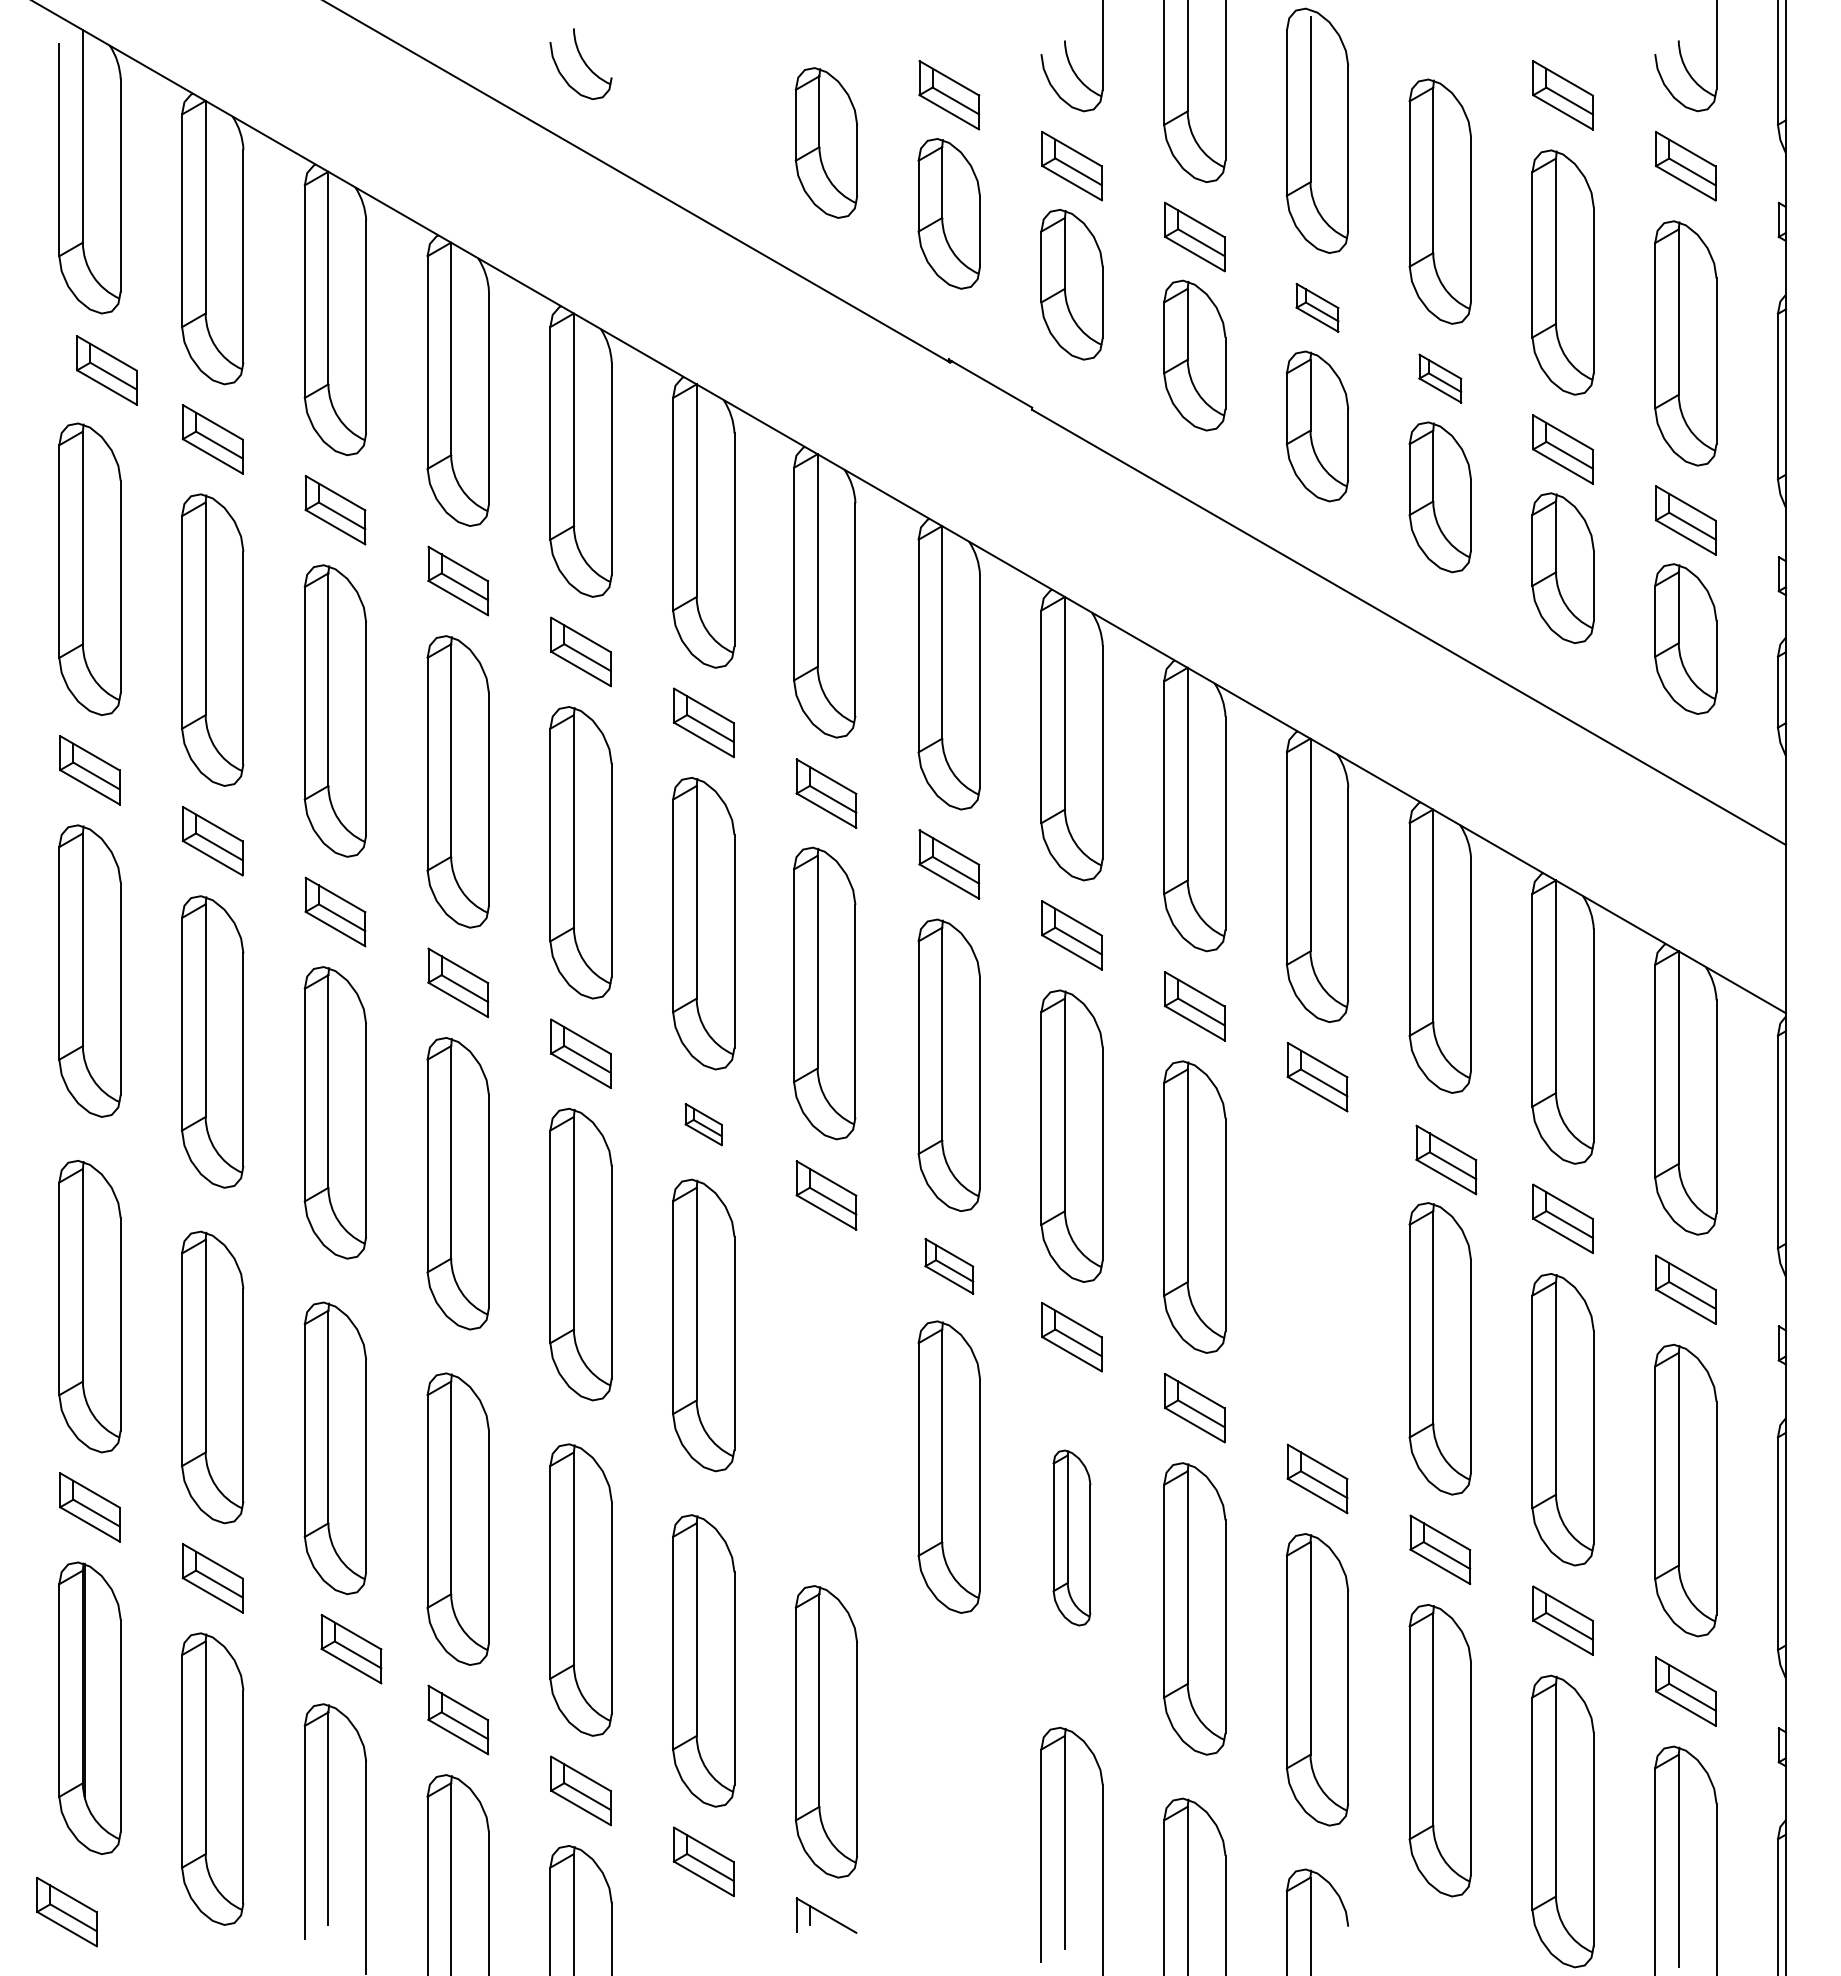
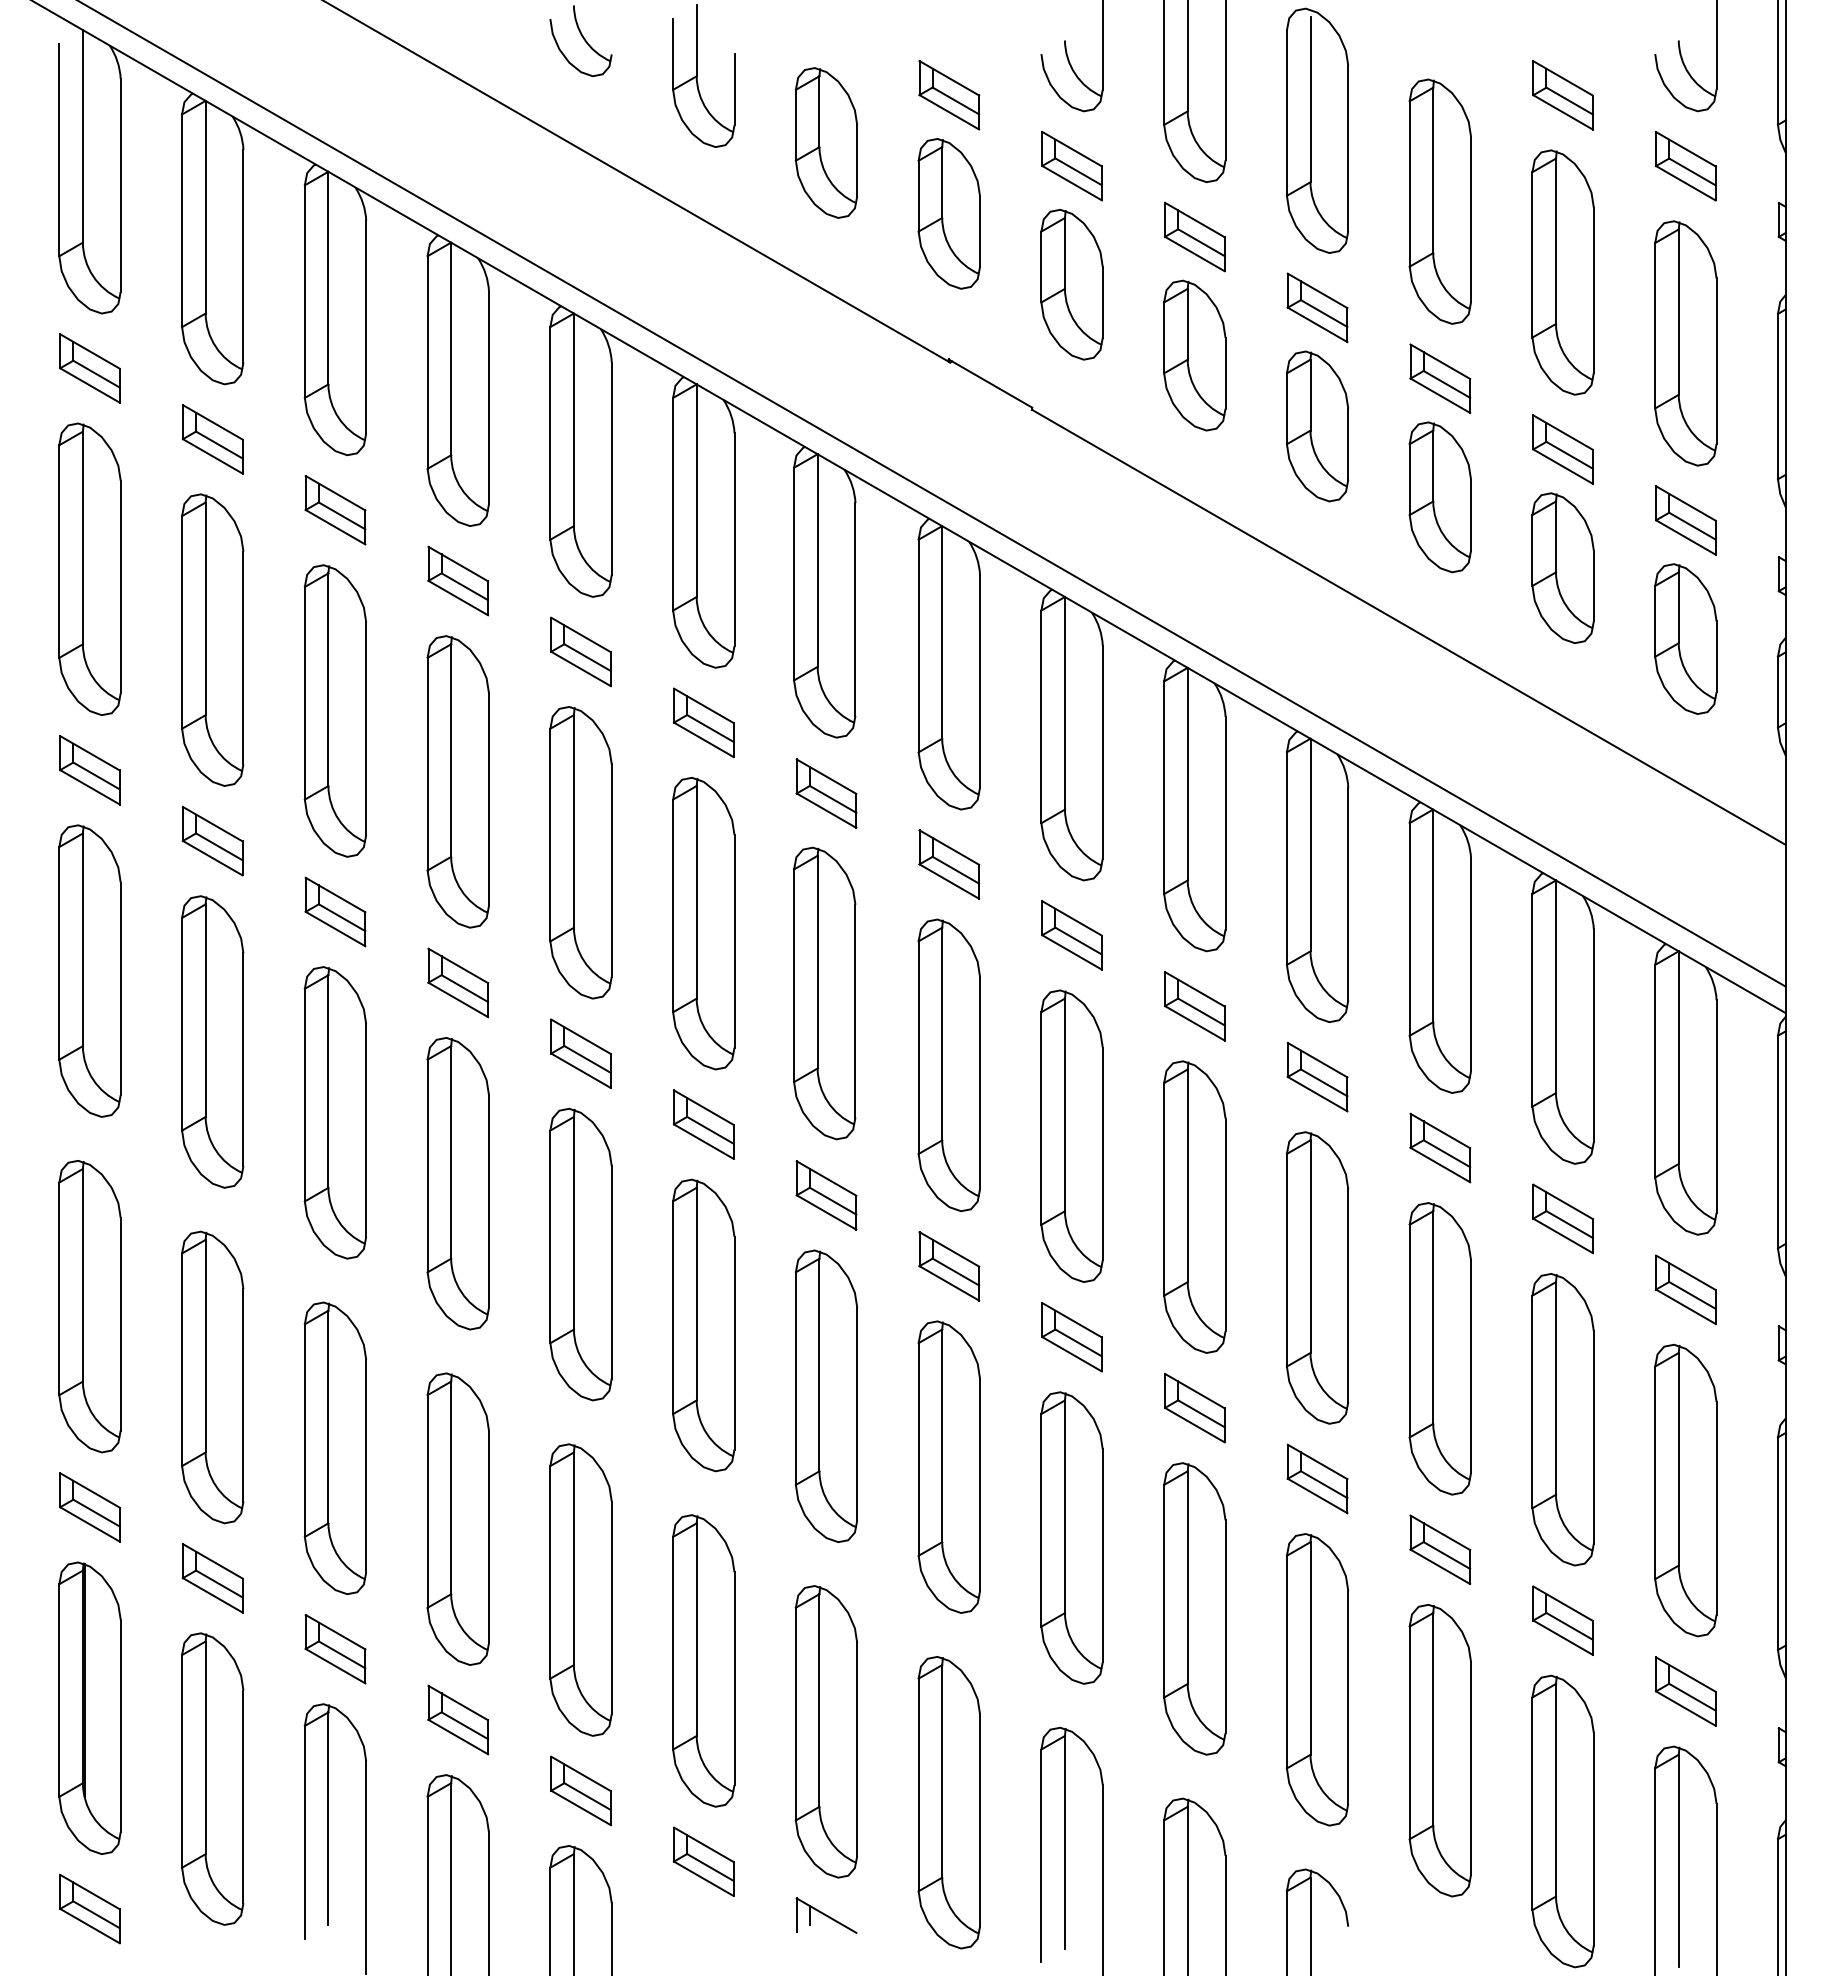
part at (580, 64) position: (580, 64) -> (580, 41)
part at (703, 75): none -> present
part at (1317, 307) size: 45x51 px -> 63x72 px
part at (106, 370) position: (106, 370) -> (89, 368)
part at (1440, 378) size: 45x51 px -> 63x71 px
line at (932, 494): none -> present
part at (703, 1124) size: 39x44 px -> 63x71 px
part at (1446, 1159) position: (1446, 1159) -> (1440, 1147)
part at (949, 1266) size: 51x57 px -> 63x71 px
part at (1317, 1277): none -> present
part at (825, 1395): none -> present
part at (1071, 1537) size: 40x178 px -> 64x294 px
part at (351, 1648) position: (351, 1648) -> (335, 1648)
part at (948, 1802): none -> present
part at (66, 1912) position: (66, 1912) -> (89, 1909)
